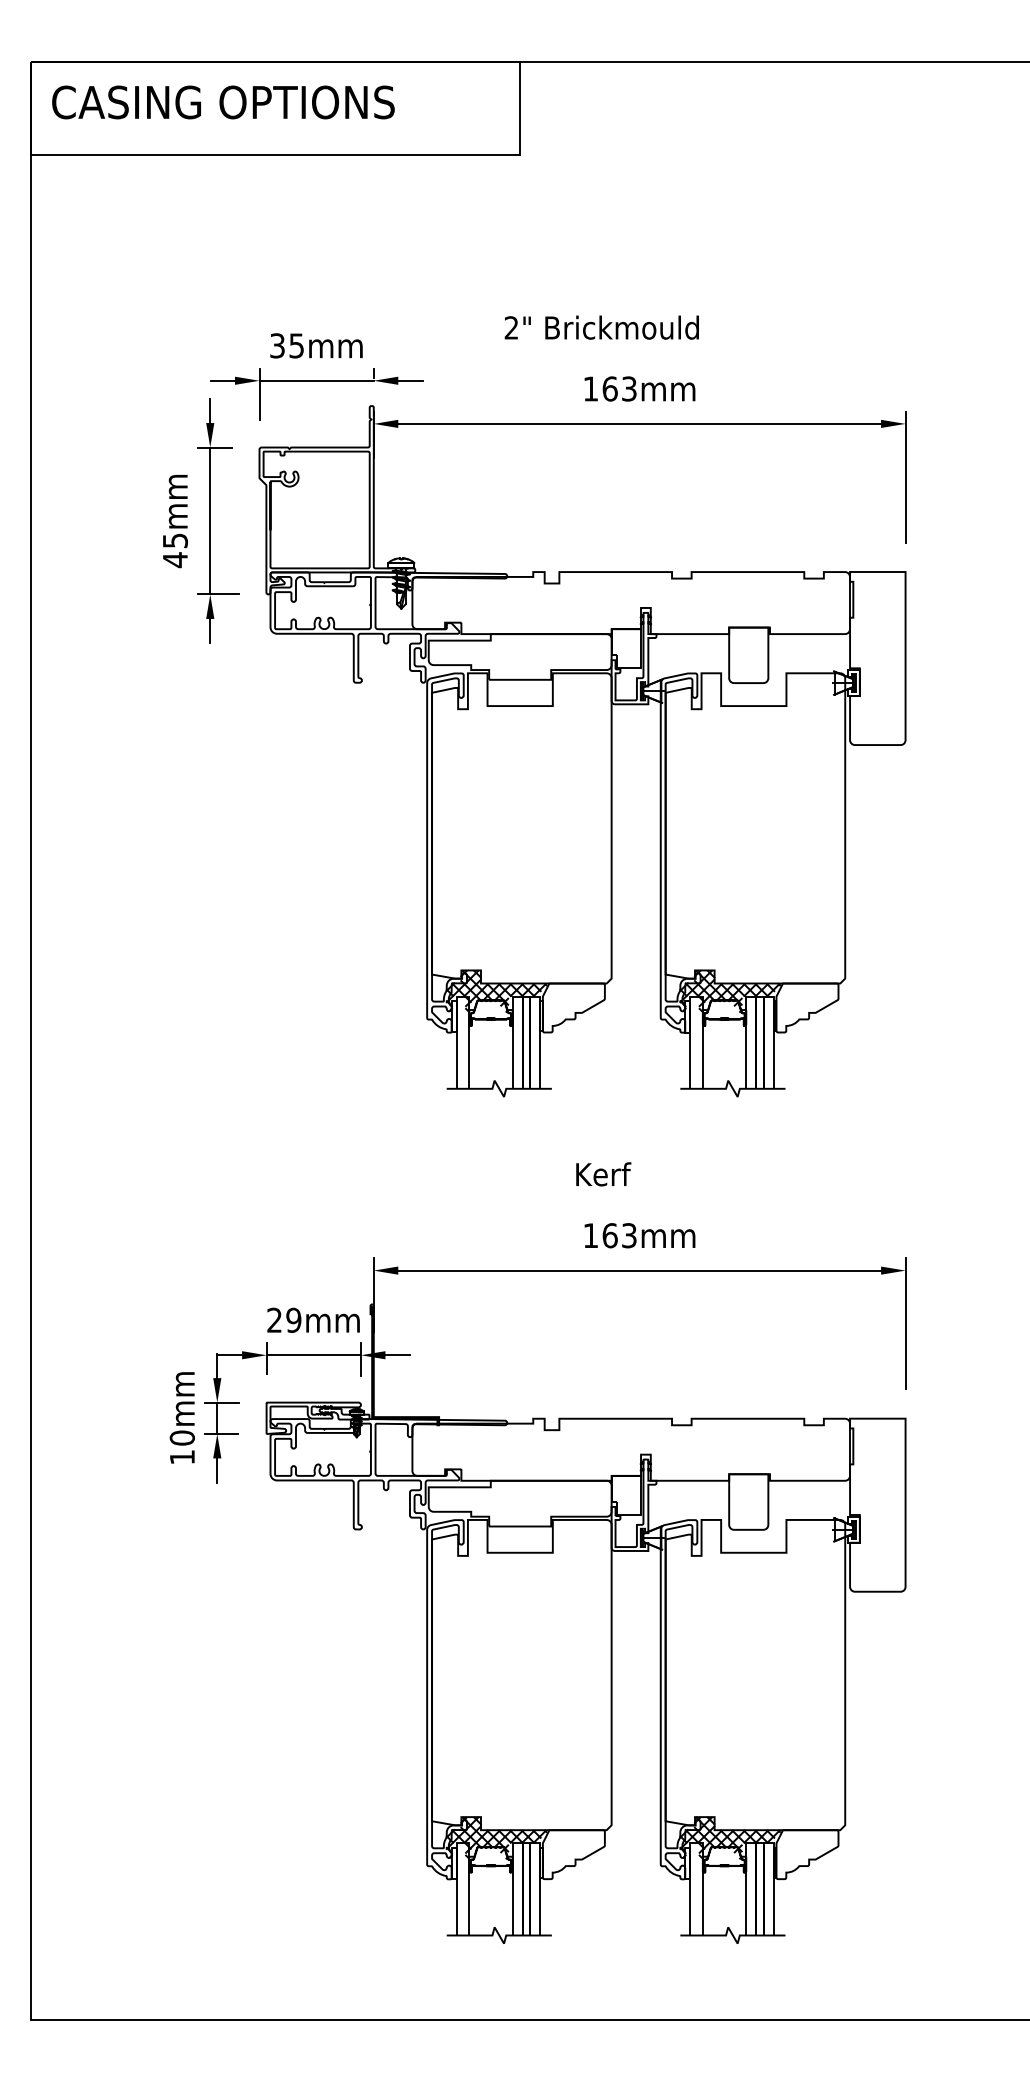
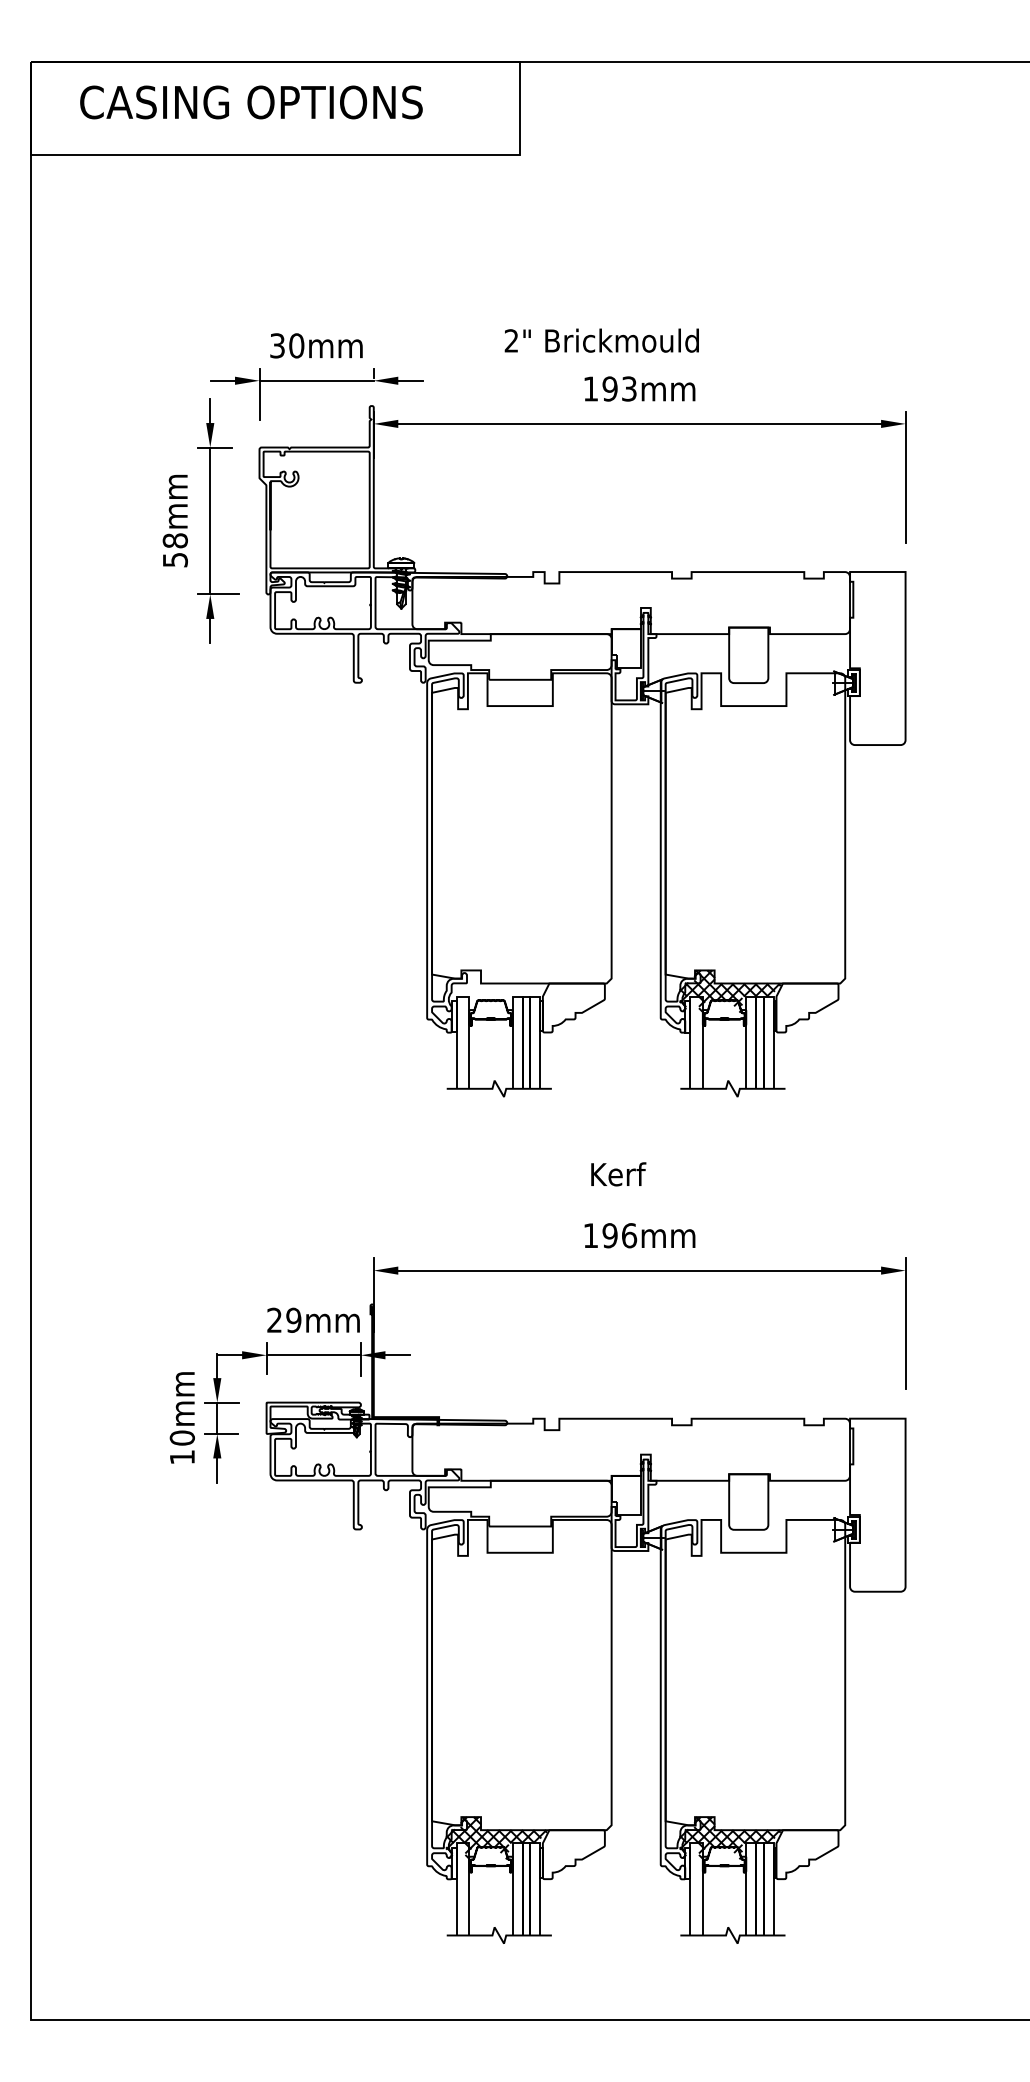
text at (223, 102) position: (223, 102) -> (251, 102)
text at (601, 327) position: (601, 327) -> (601, 340)
text at (296, 345): 35mm -> 30mm
text at (609, 388): 163mm -> 193mm
text at (174, 550): 45mm -> 58mm
hatch at (496, 991): present -> none
text at (603, 1174) position: (603, 1174) -> (618, 1174)
text at (619, 1235): 163mm -> 196mm
